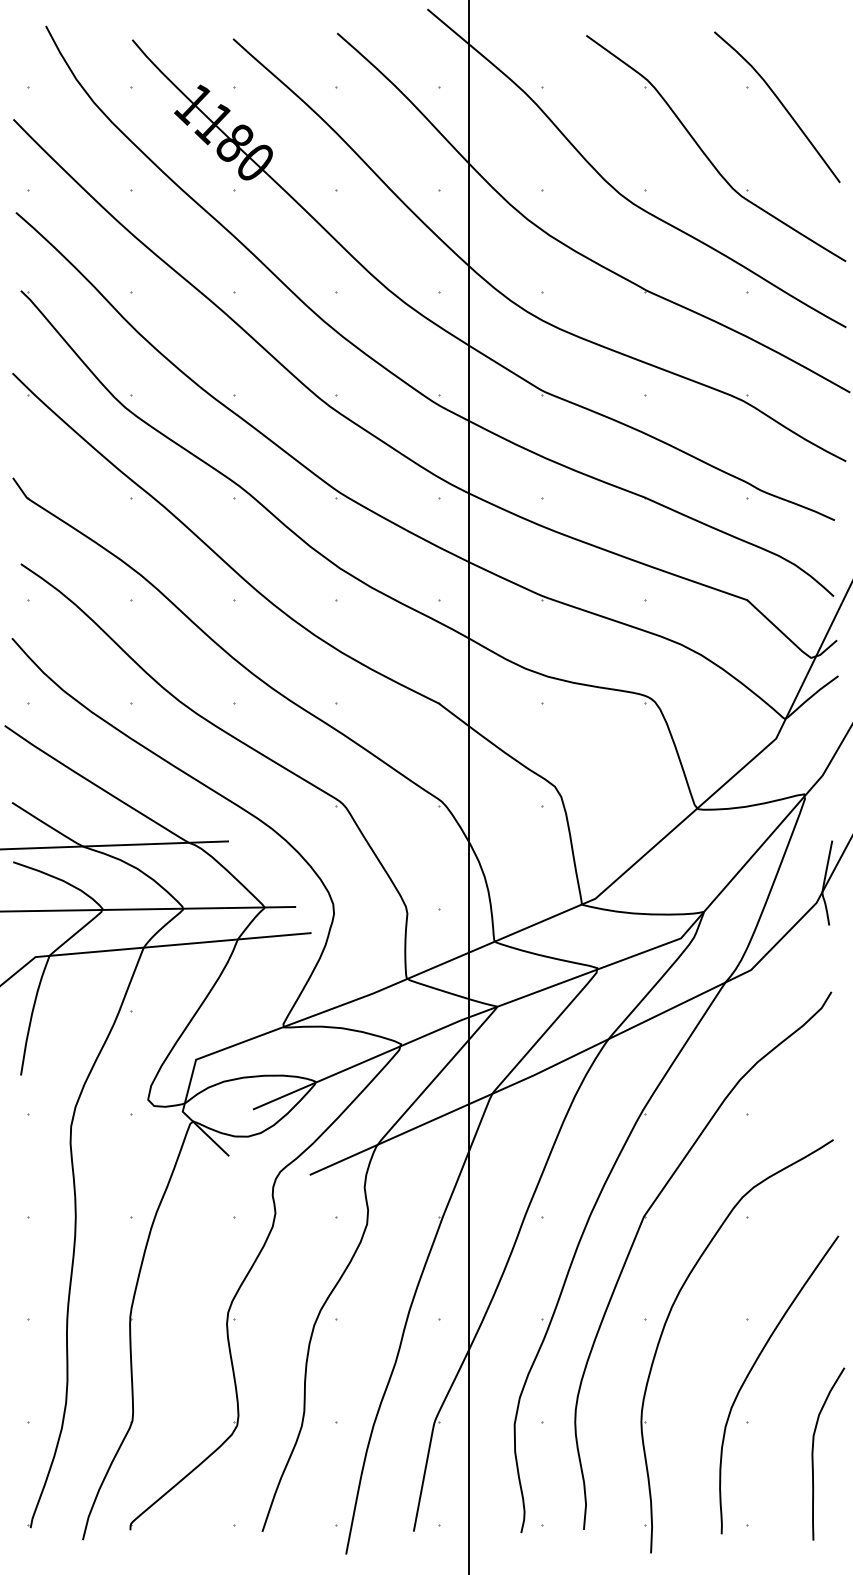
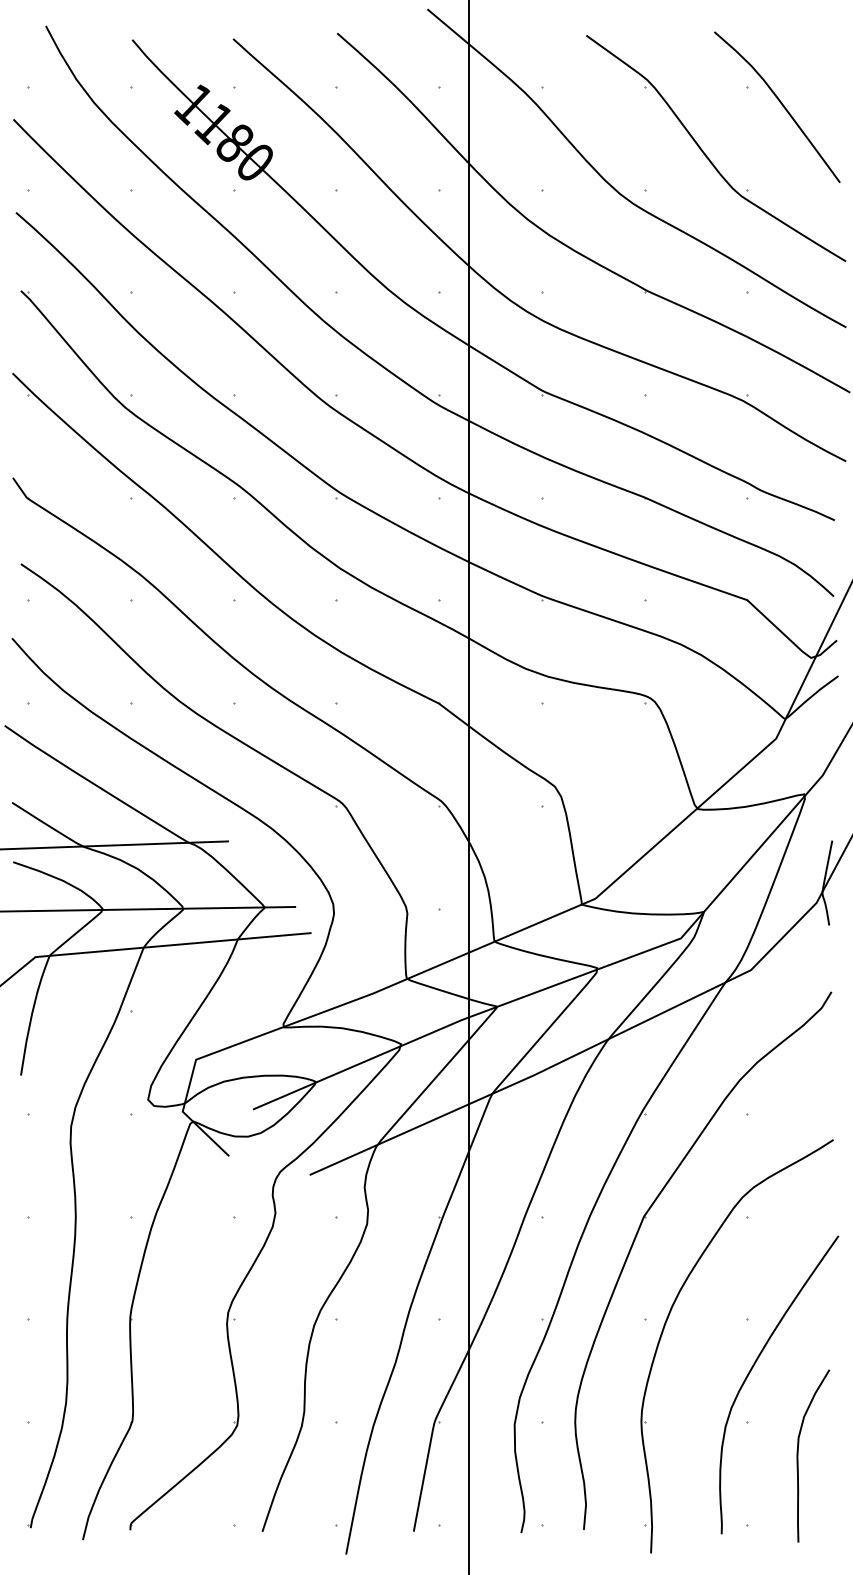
curve at (813, 1453) position: (813, 1453) -> (798, 1455)
